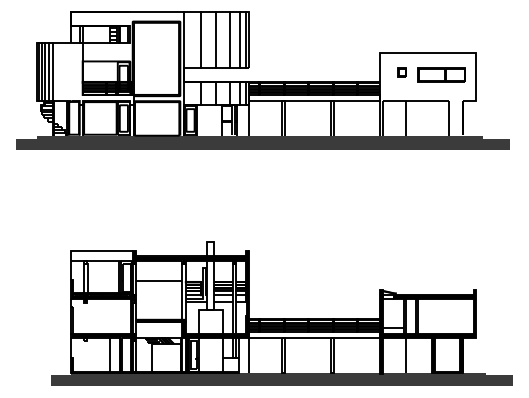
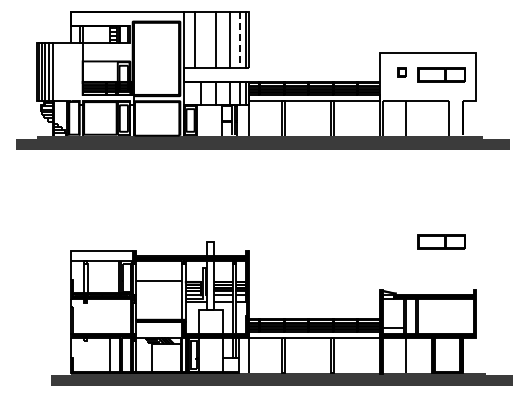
line at (200, 39) position: (200, 39) -> (194, 39)
line at (239, 40): solid -> dashed
part at (441, 241): none -> present
